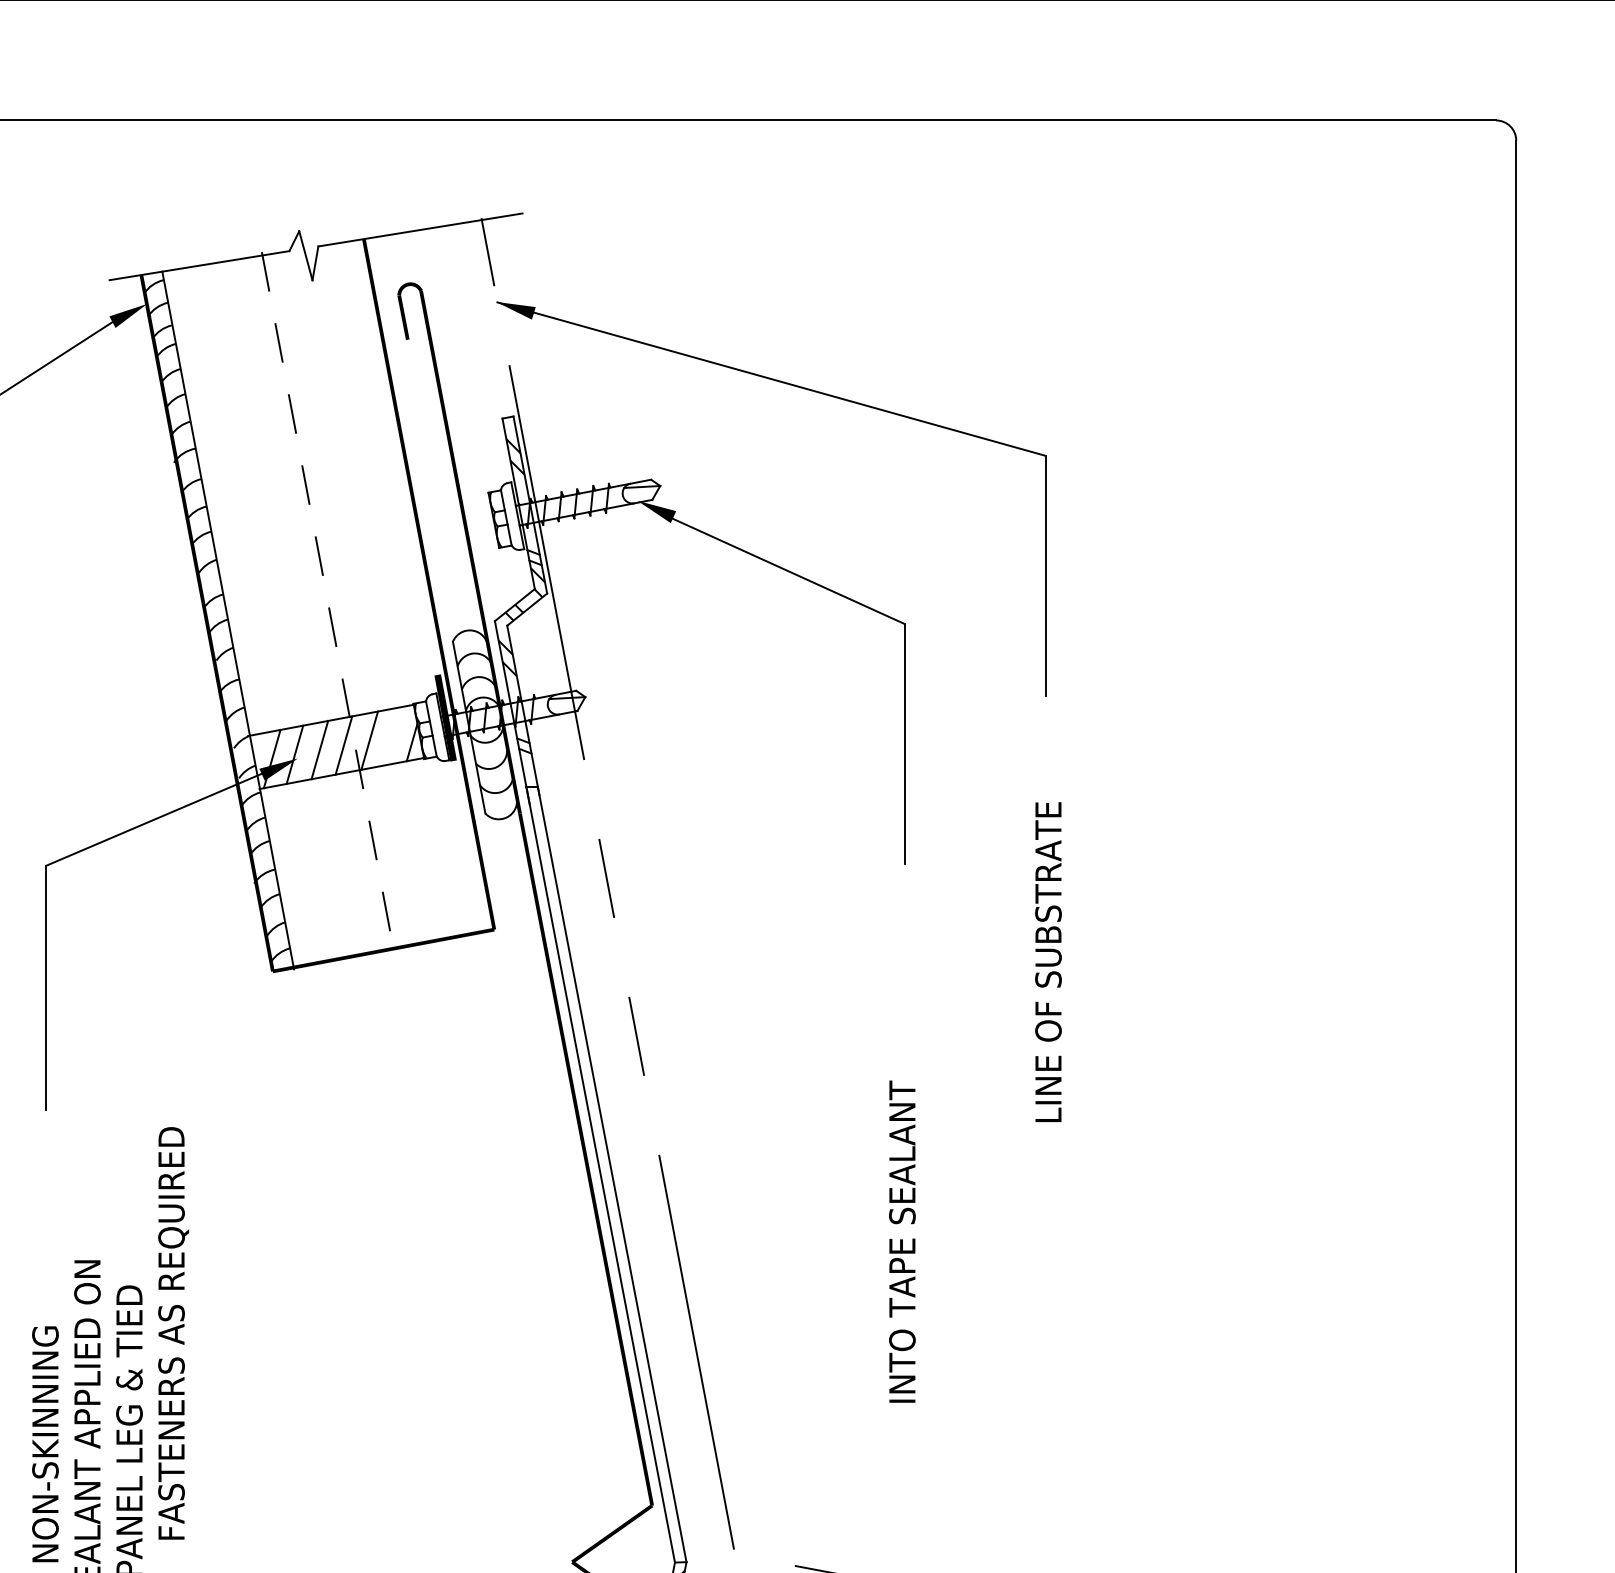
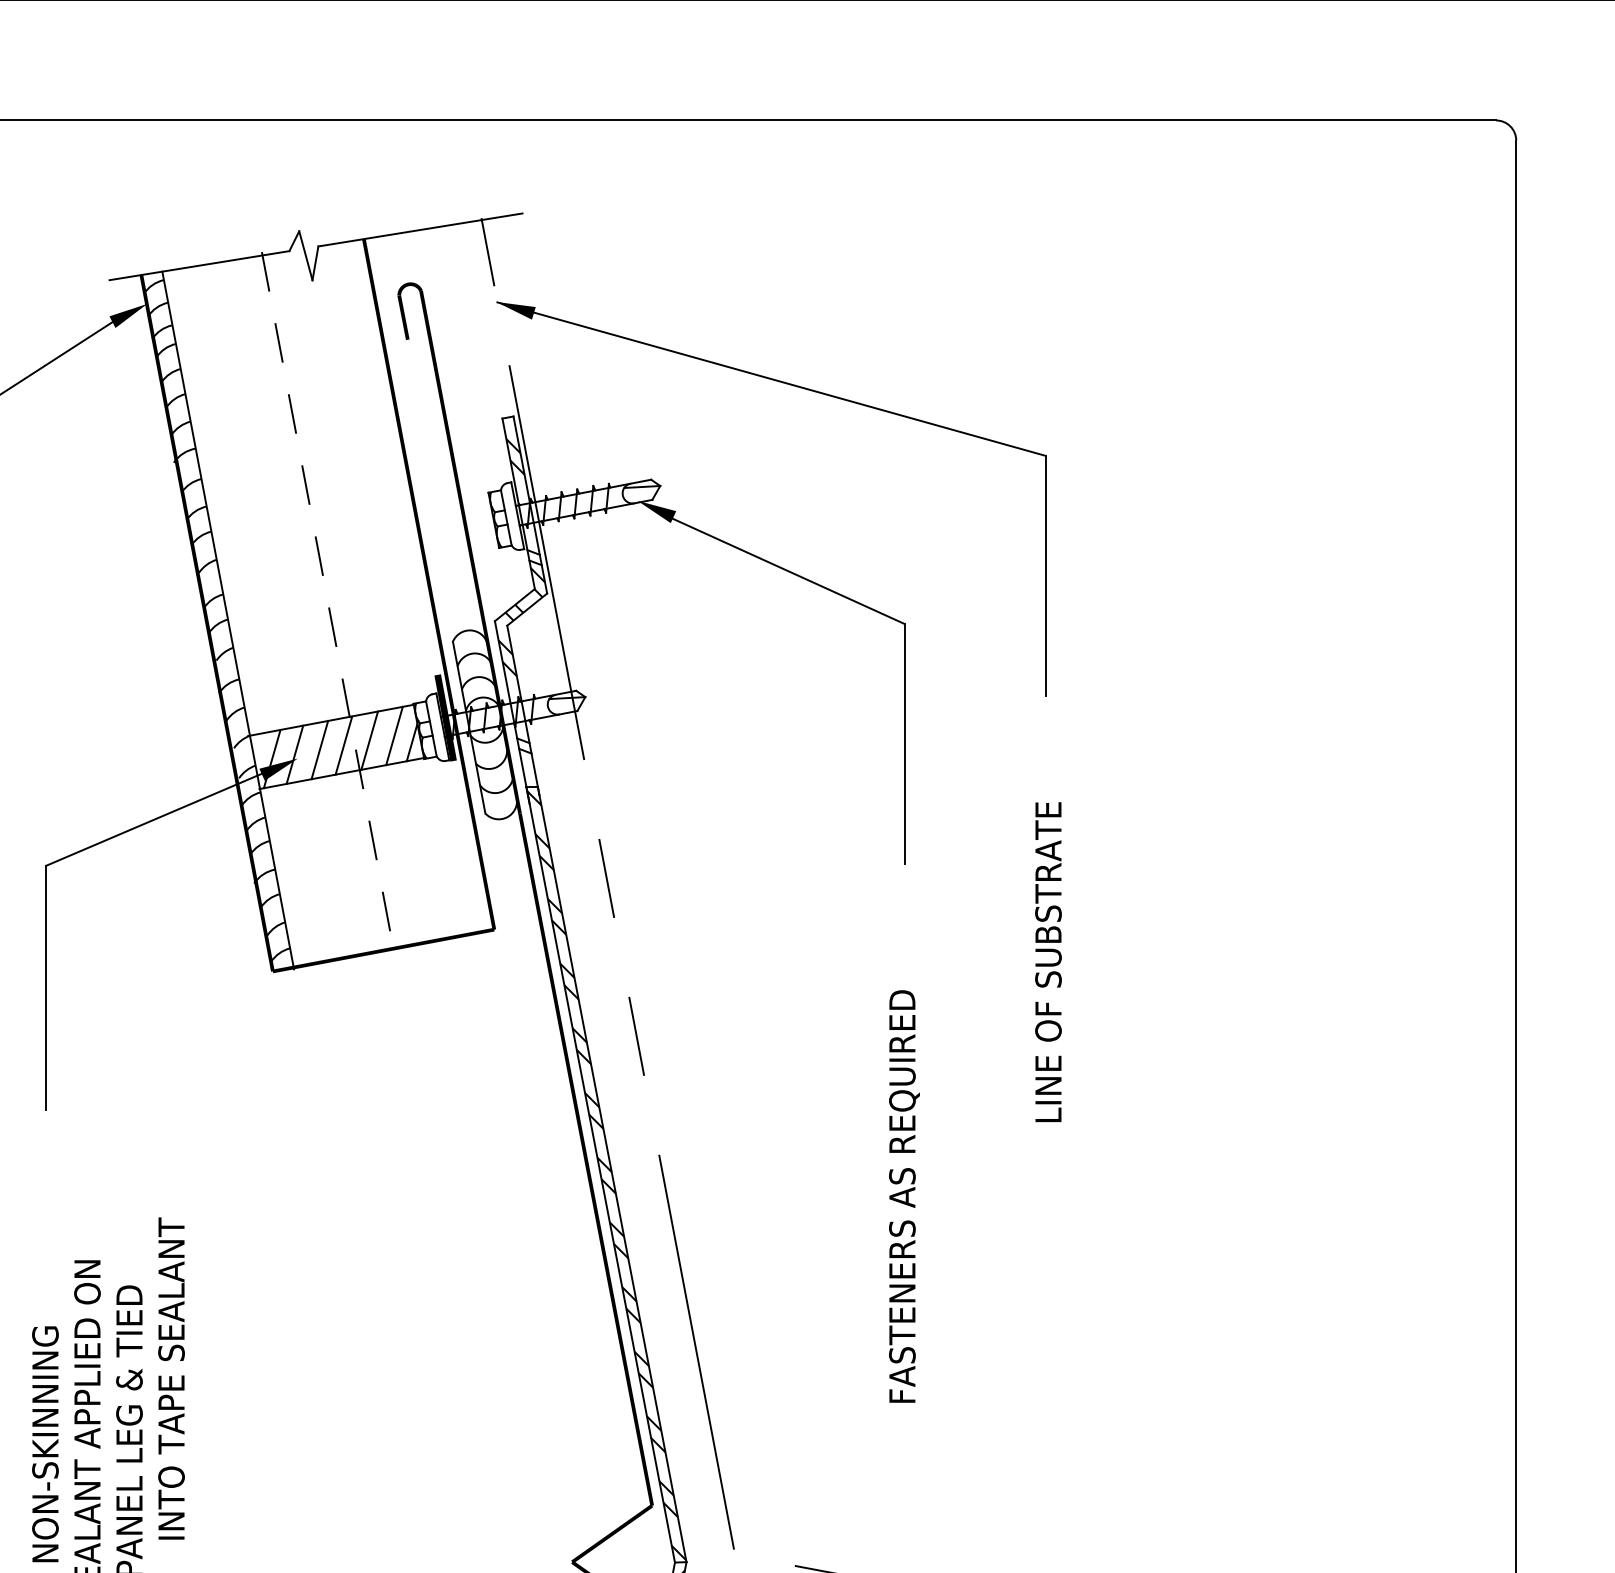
line at (394, 735): none -> present
hatch at (606, 1175): none -> present
text at (904, 1194): INTO TAPE SEALANT -> FASTENERS AS REQUIRED
text at (173, 1331): FASTENERS AS REQUIRED -> INTO TAPE SEALANT
